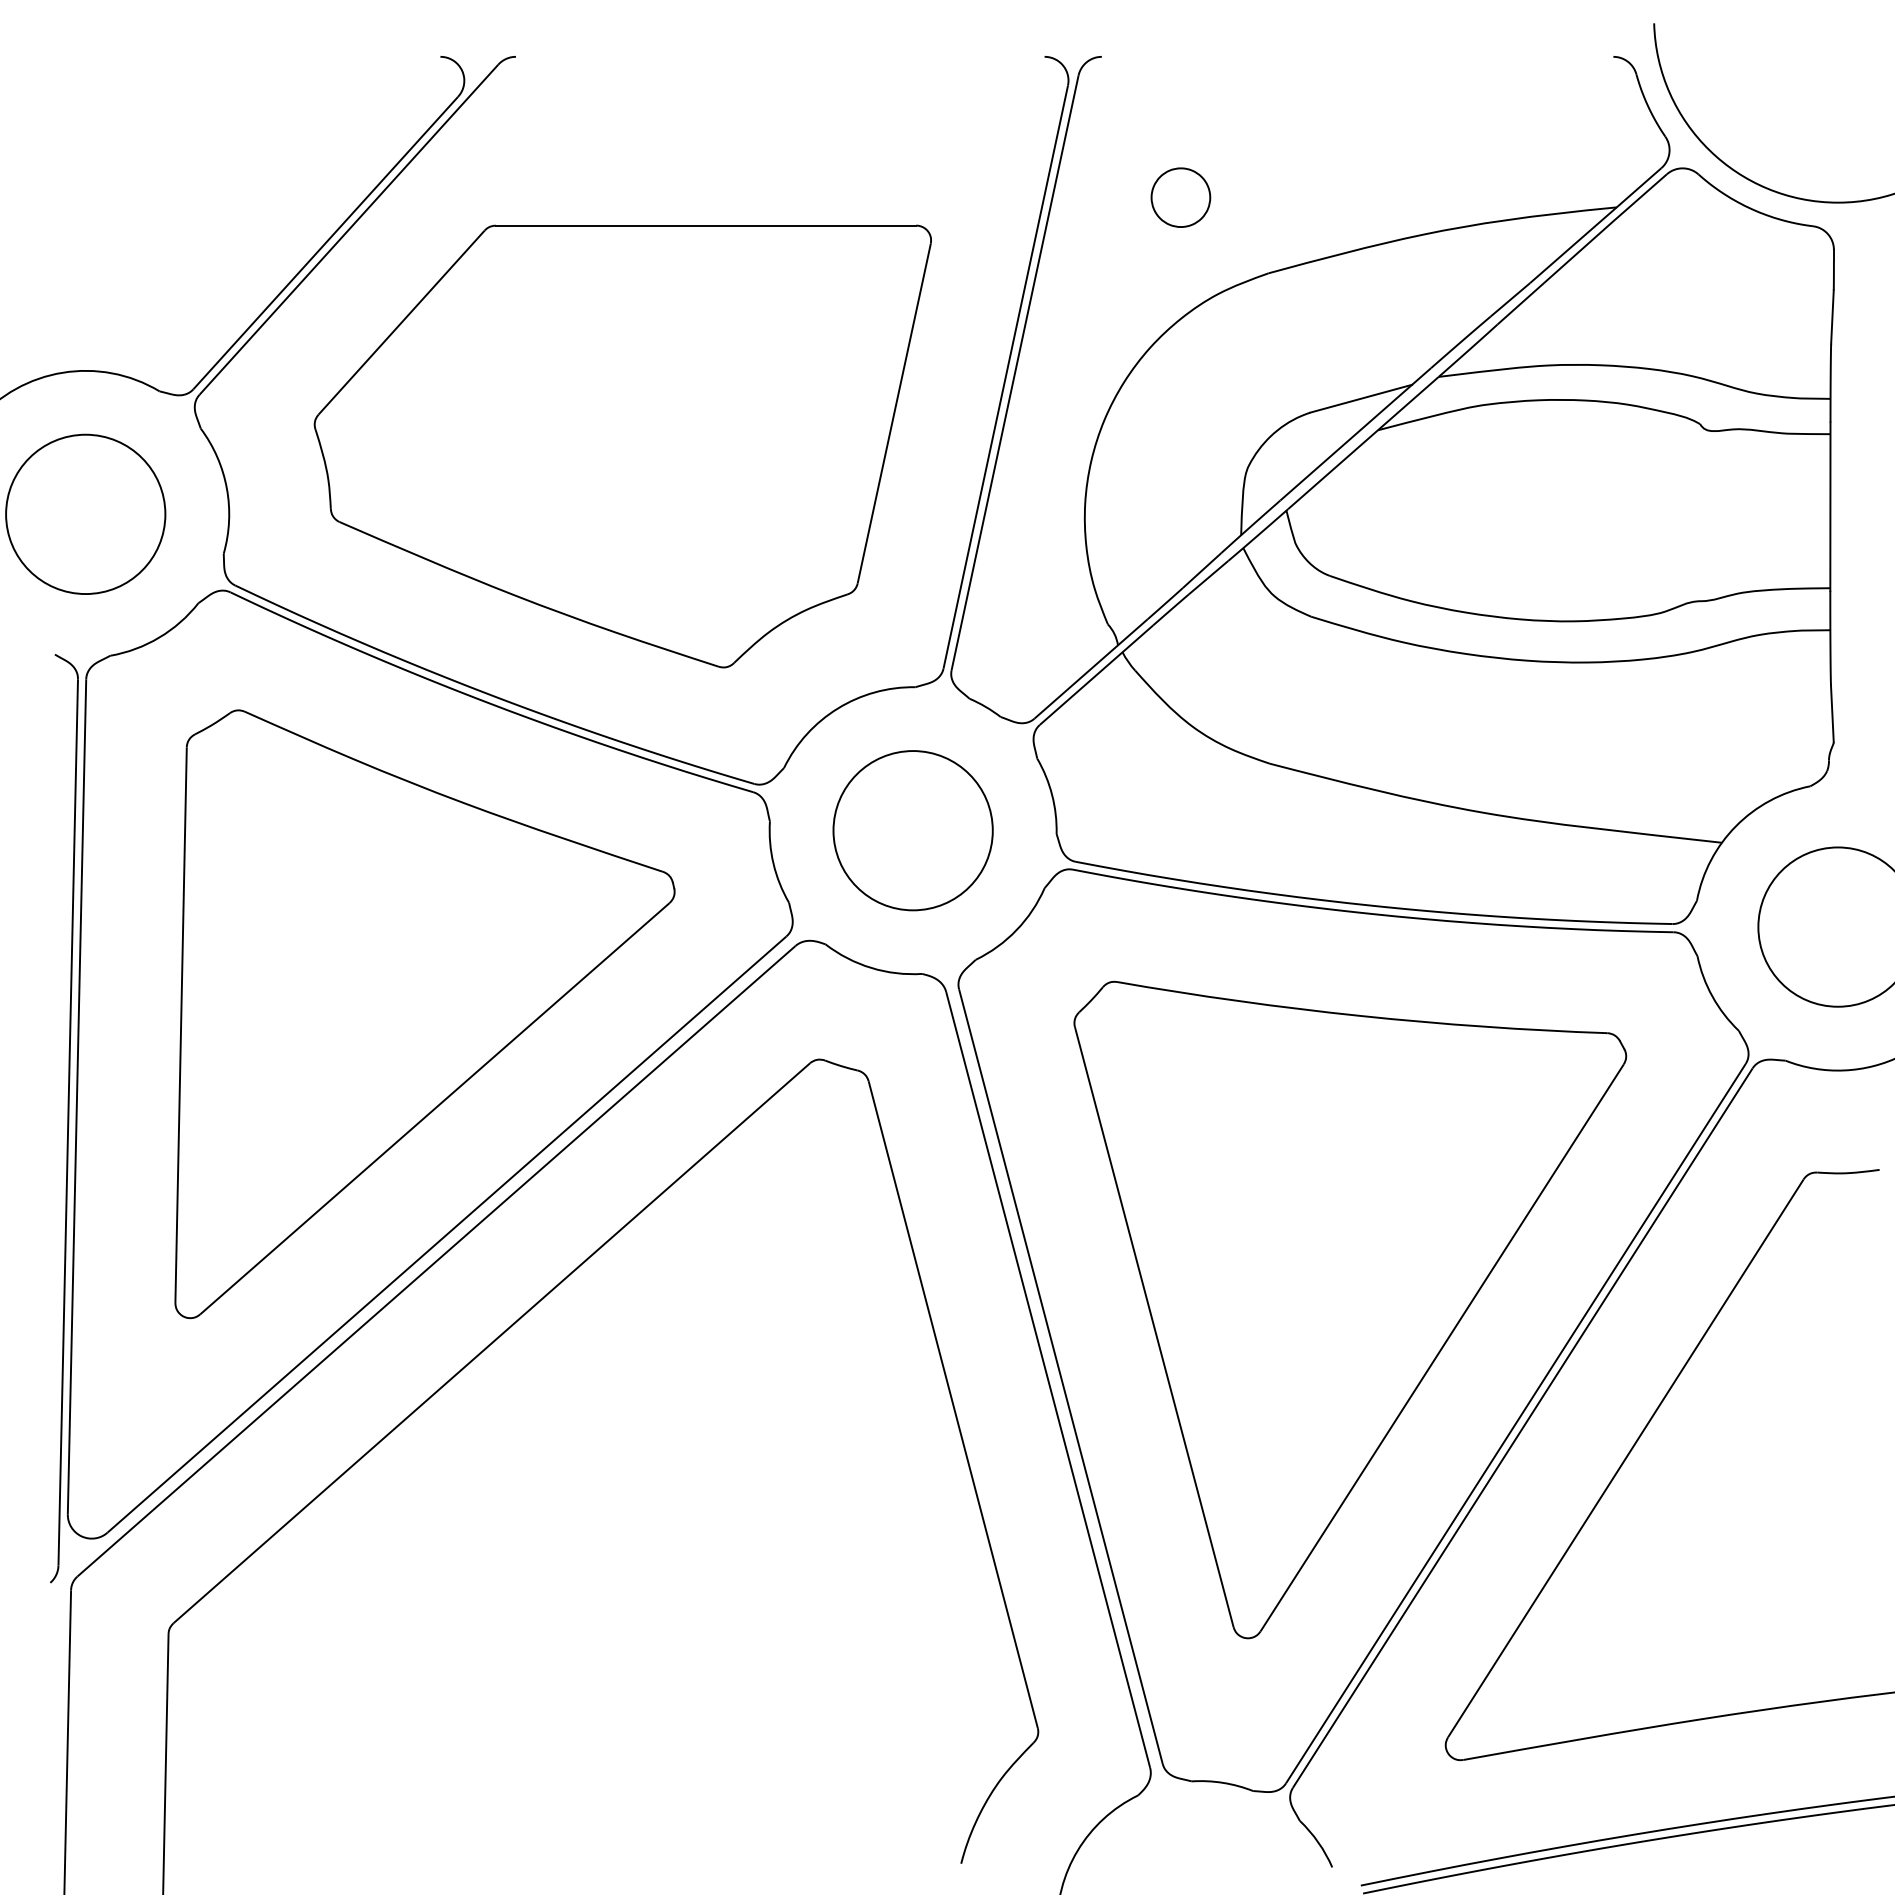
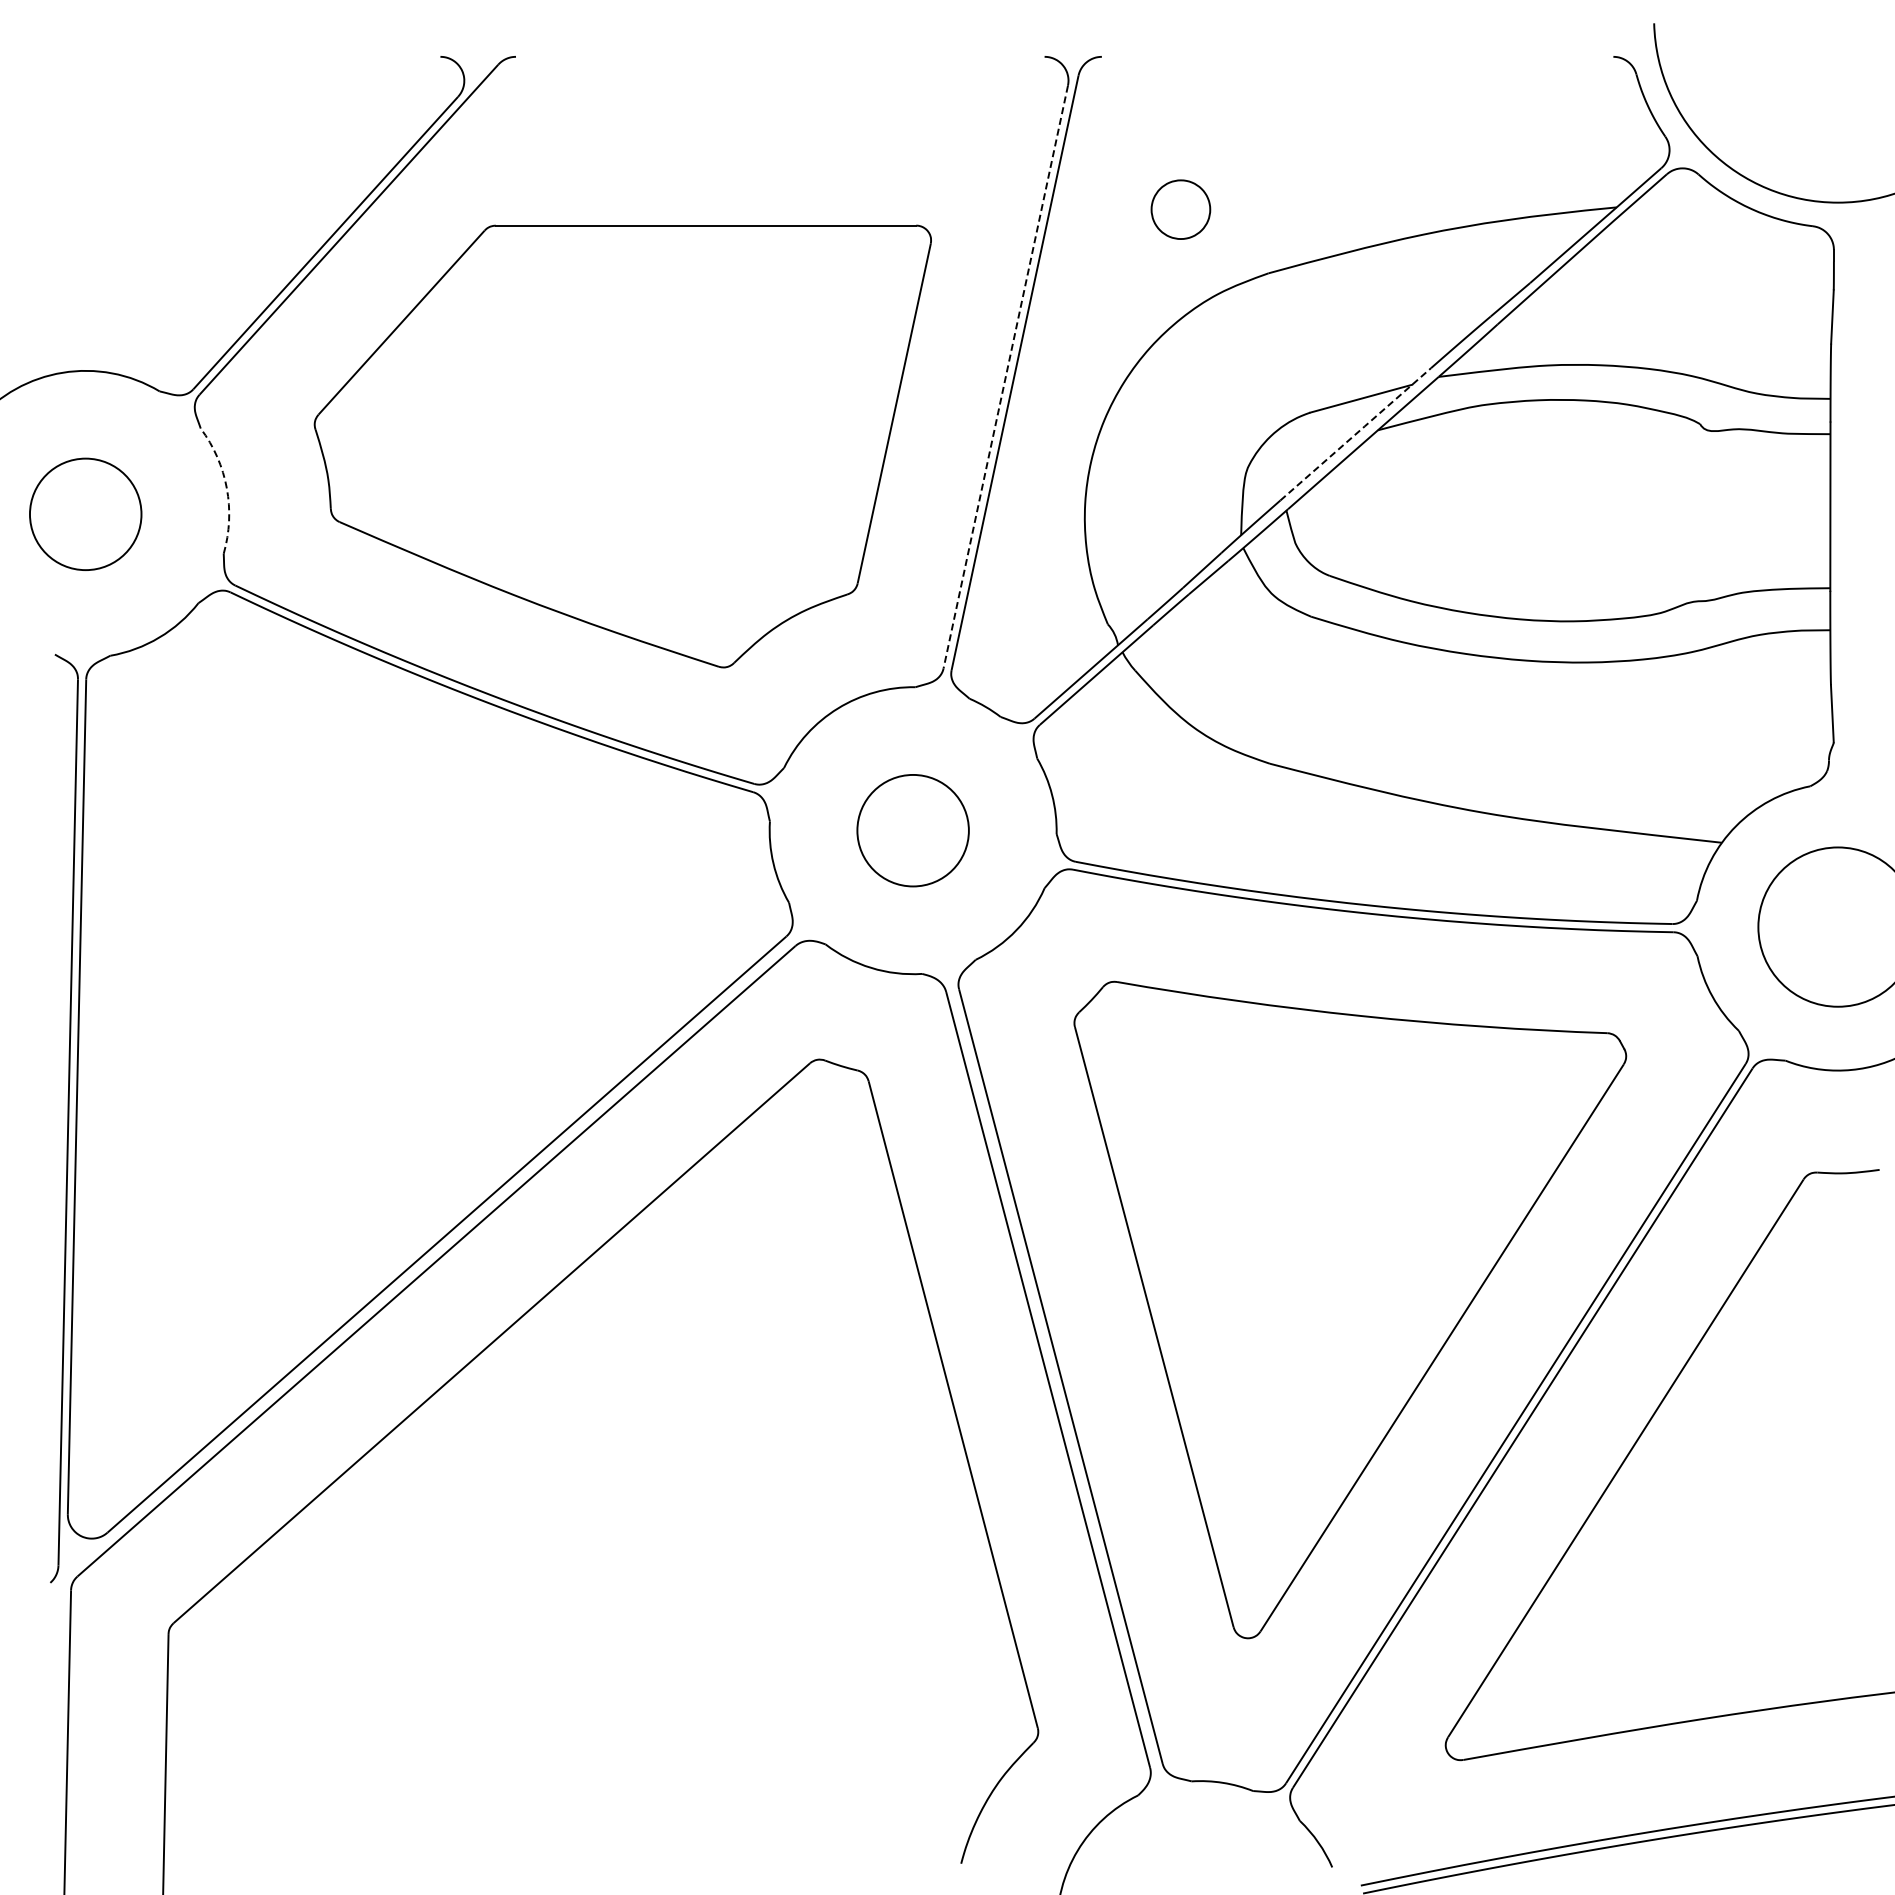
part at (1180, 197) position: (1180, 197) -> (1180, 209)
line at (1005, 377): solid -> dashed
line at (1356, 433): solid -> dashed
arc at (226, 488): solid -> dashed
circle at (85, 514) diameter: 159 px -> 112 px
circle at (912, 830) diameter: 159 px -> 112 px
part at (424, 1014): present -> none
